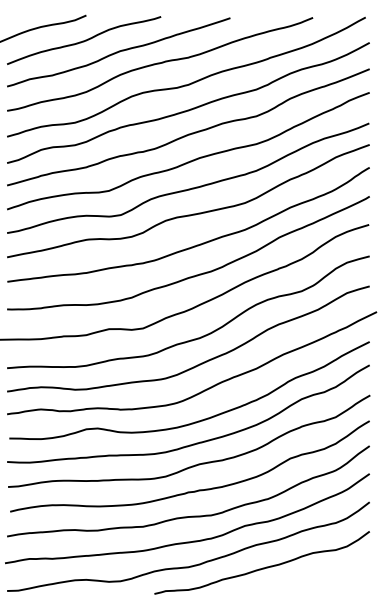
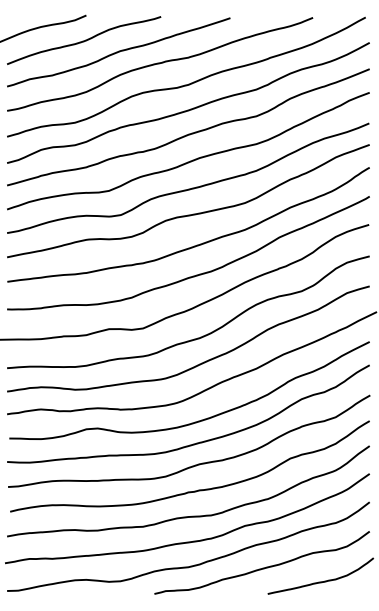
curve at (320, 581): none -> present
